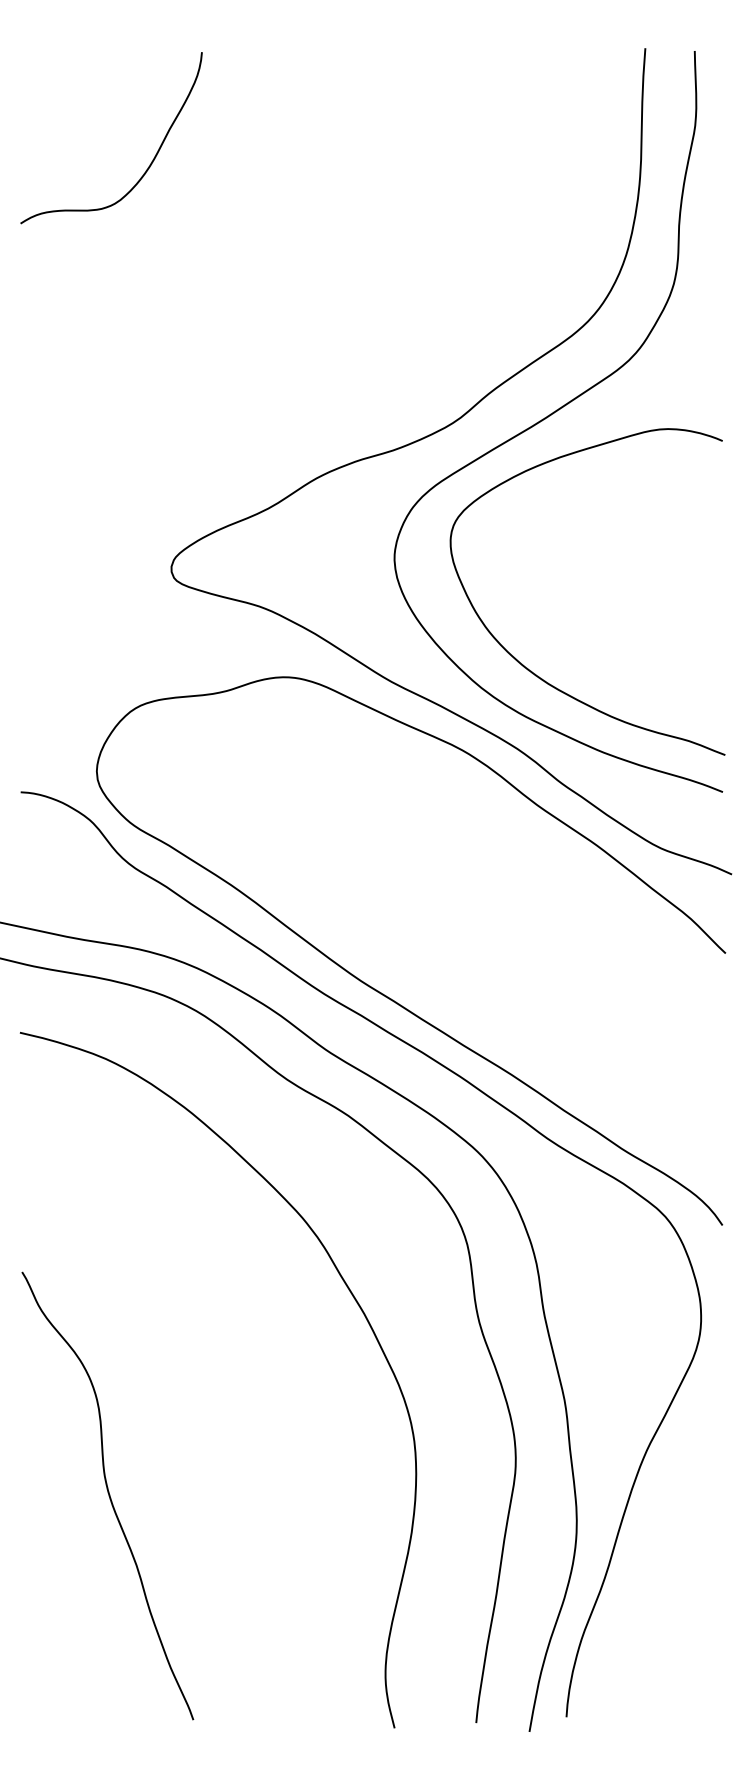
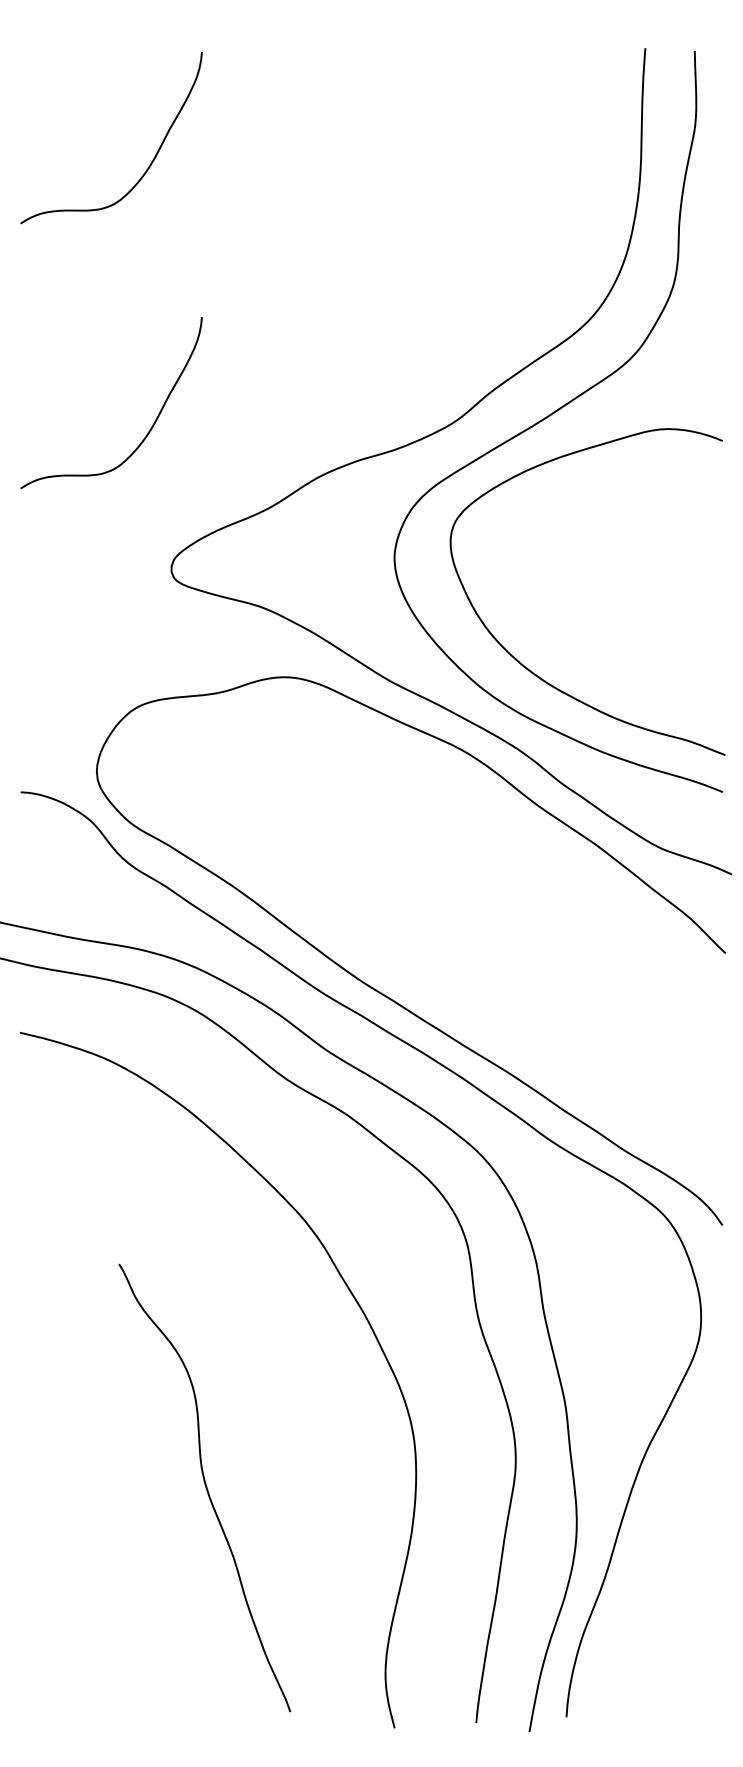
curve at (149, 429): none -> present
curve at (108, 1495) position: (108, 1495) -> (205, 1487)
